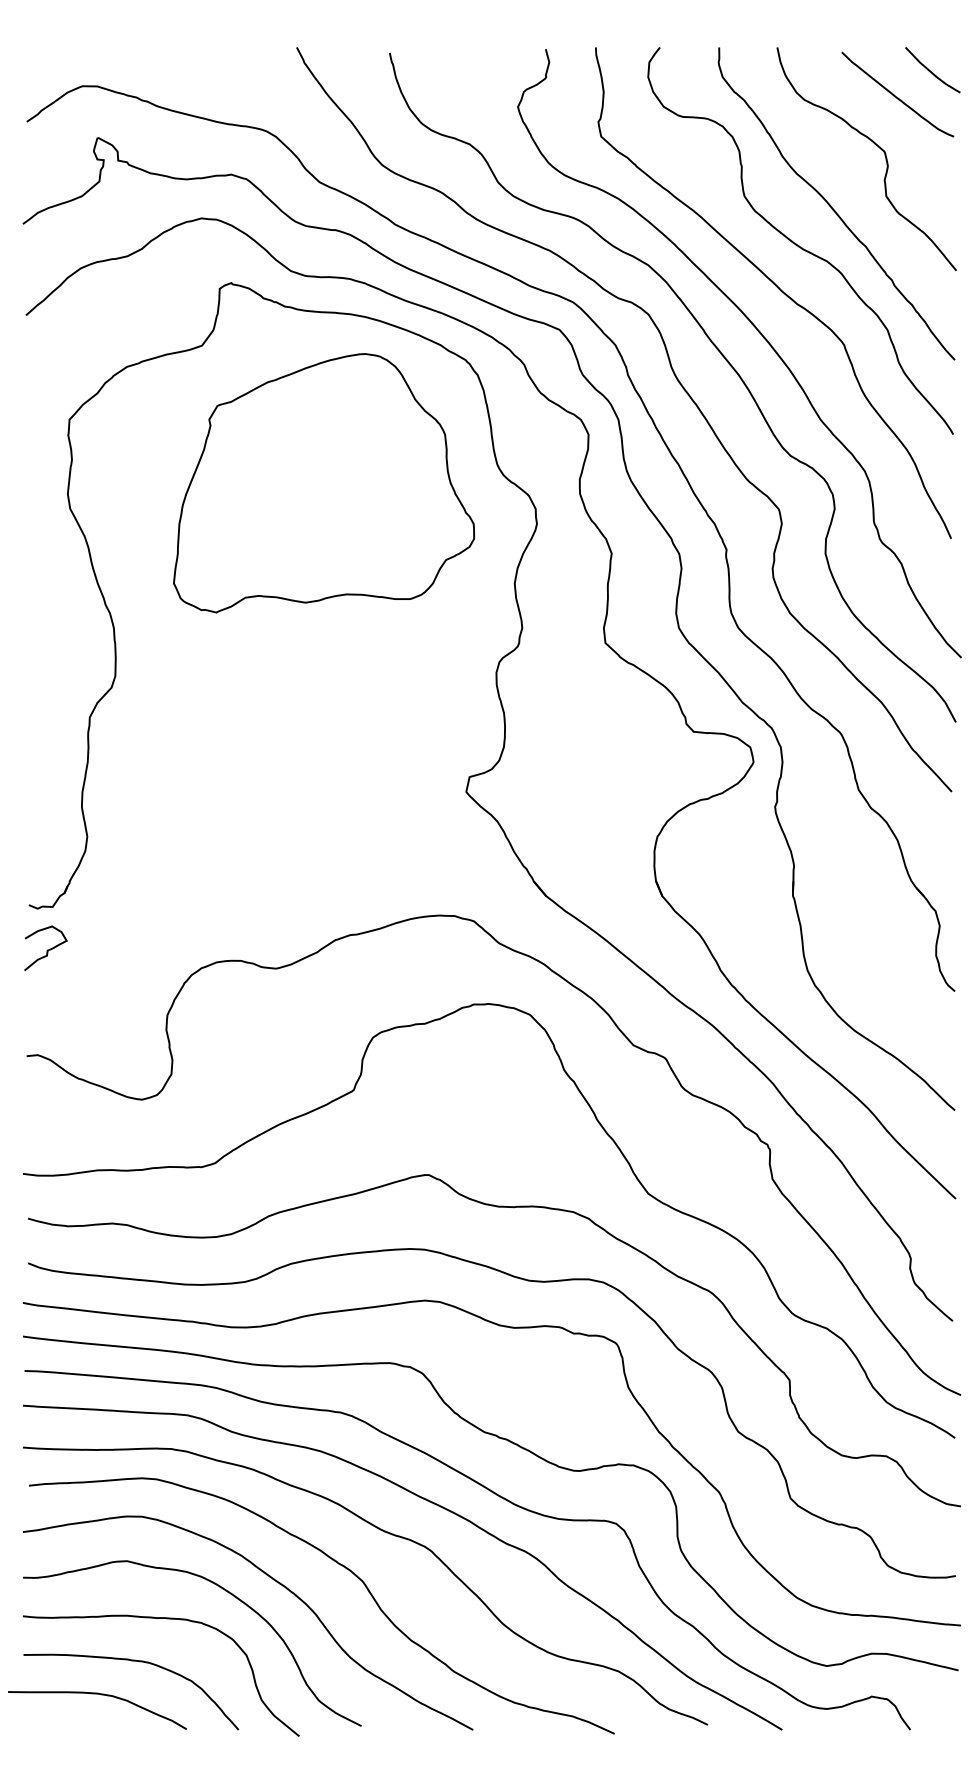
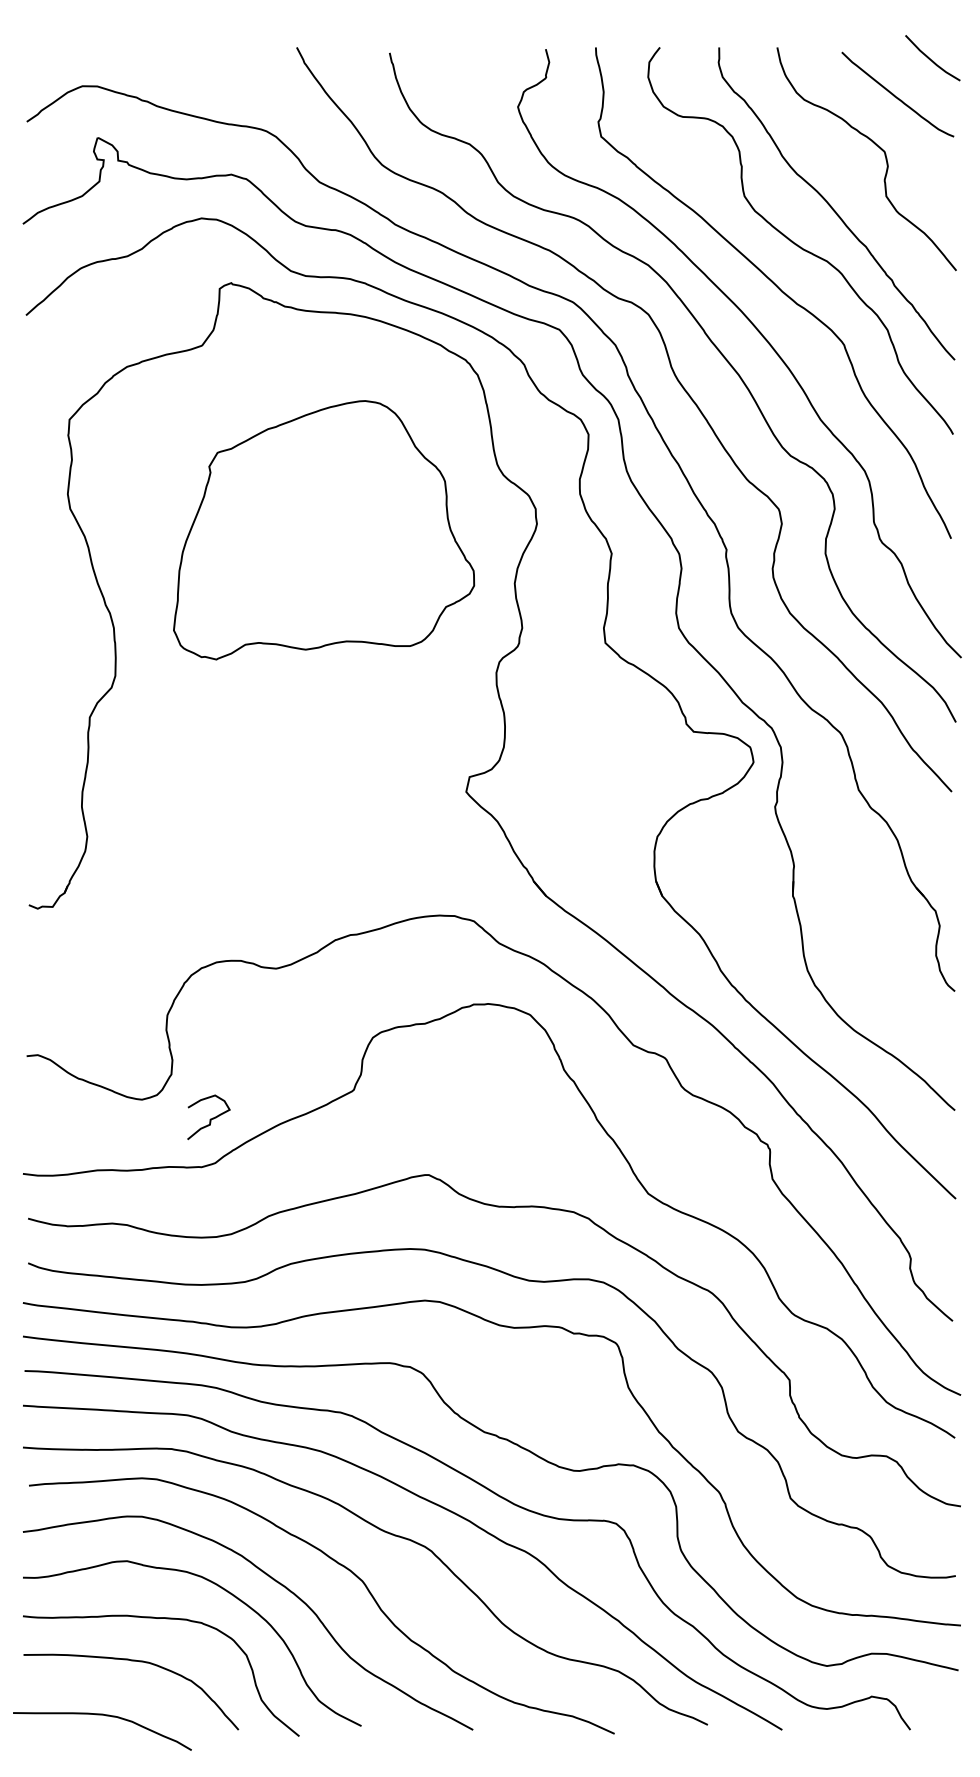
curve at (931, 71) position: (931, 71) -> (931, 59)
part at (324, 483) position: (324, 483) -> (324, 530)
curve at (47, 949) position: (47, 949) -> (210, 1118)
curve at (101, 1695) position: (101, 1695) -> (106, 1716)
